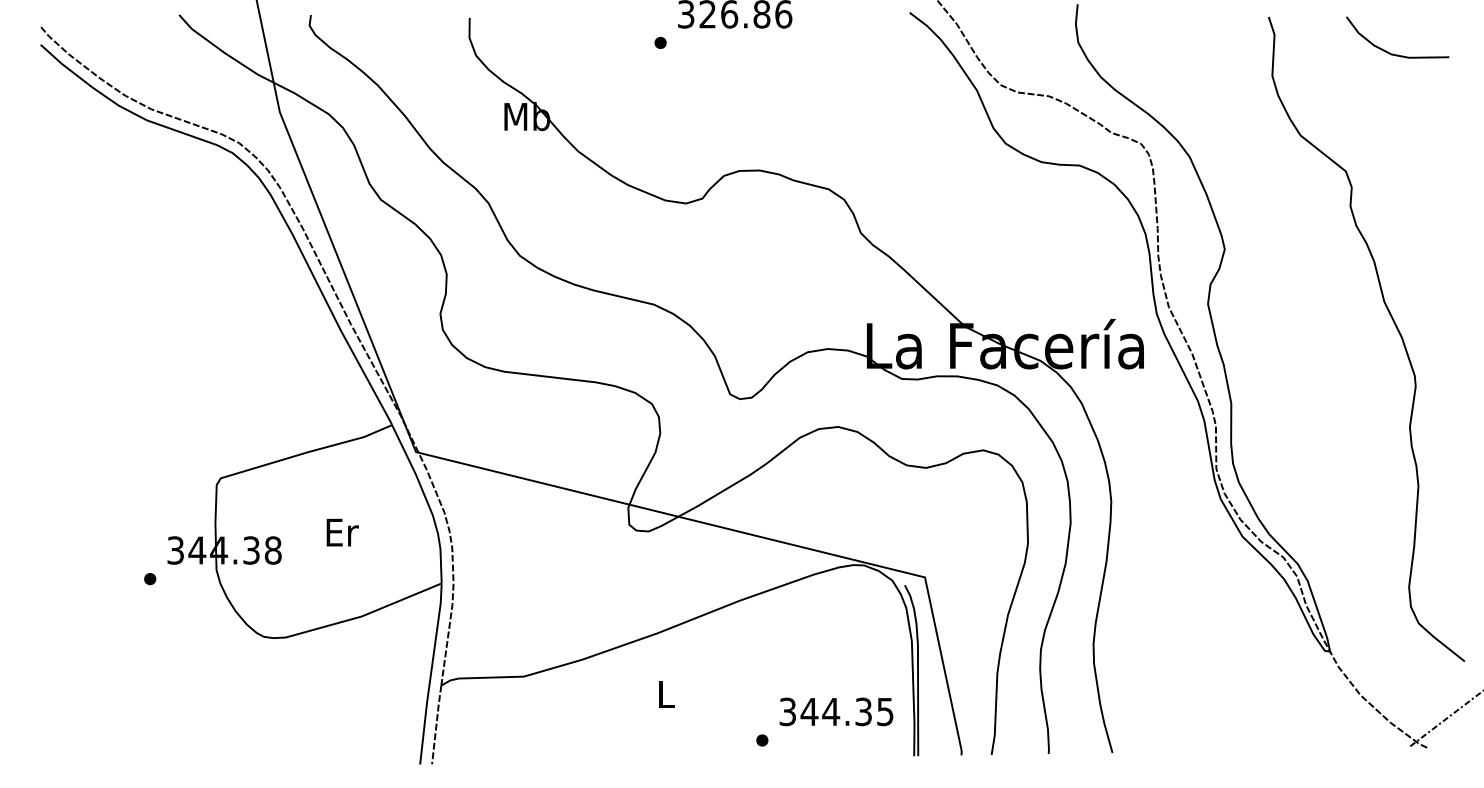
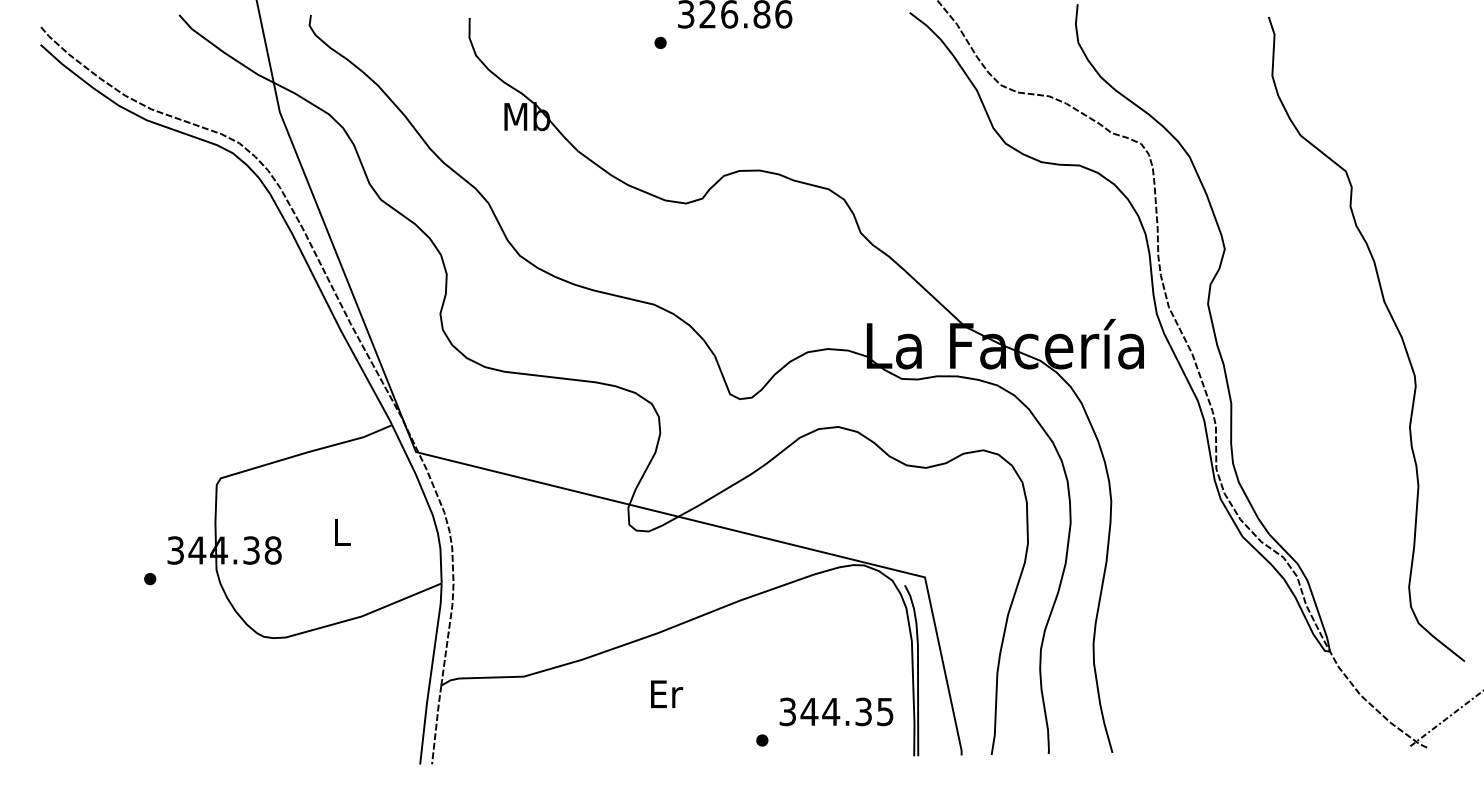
curve at (1393, 53): present -> none
text at (342, 532): Er -> L
text at (667, 694): L -> Er
